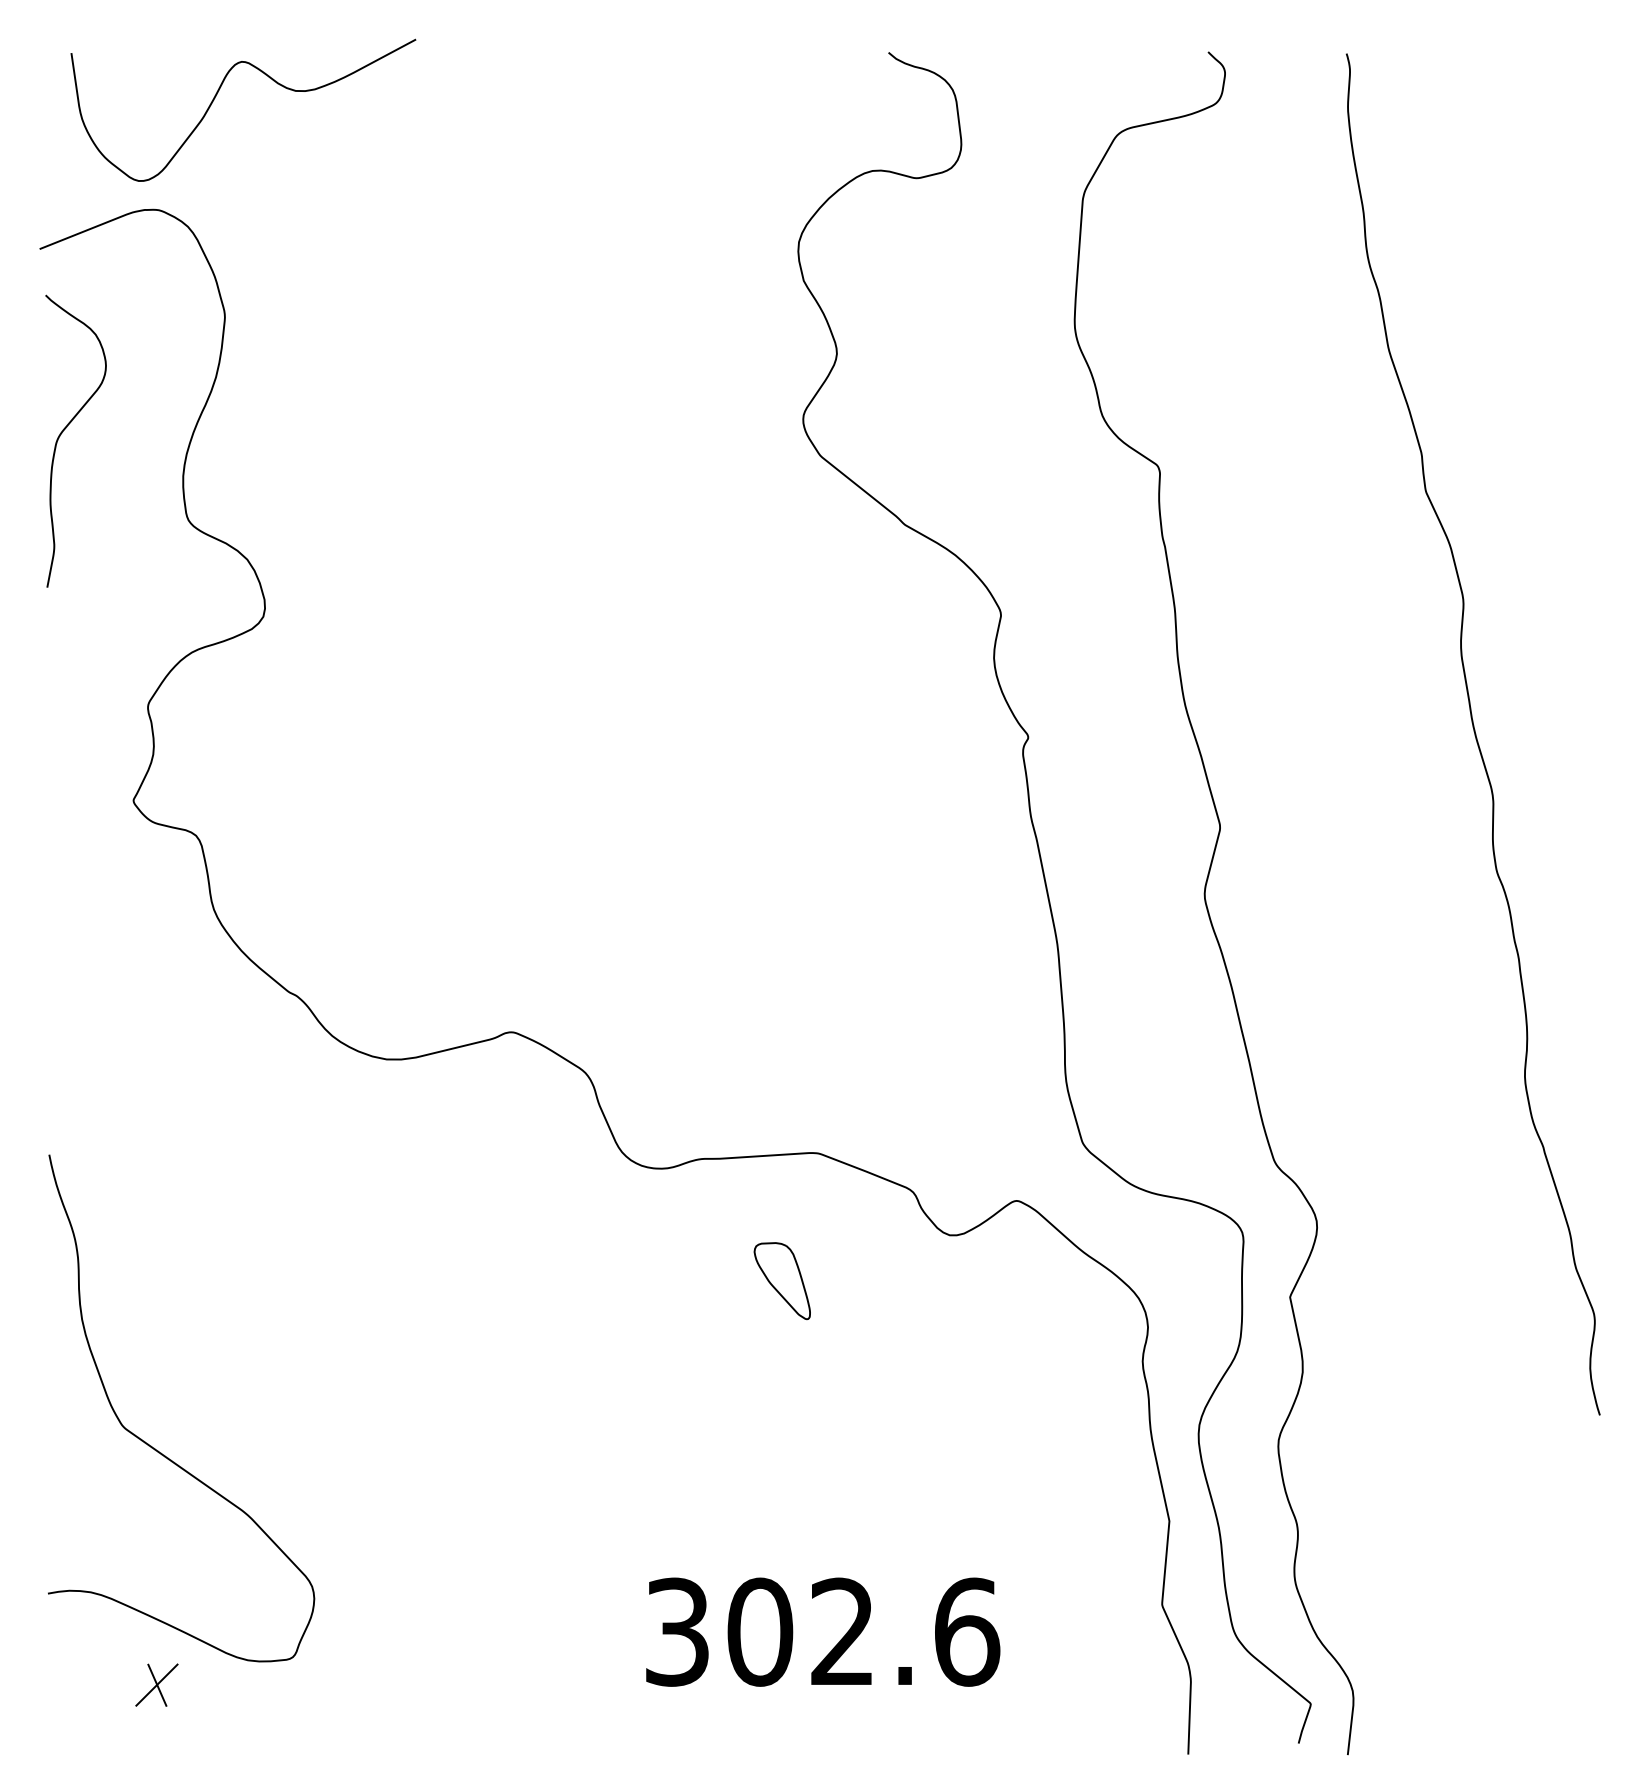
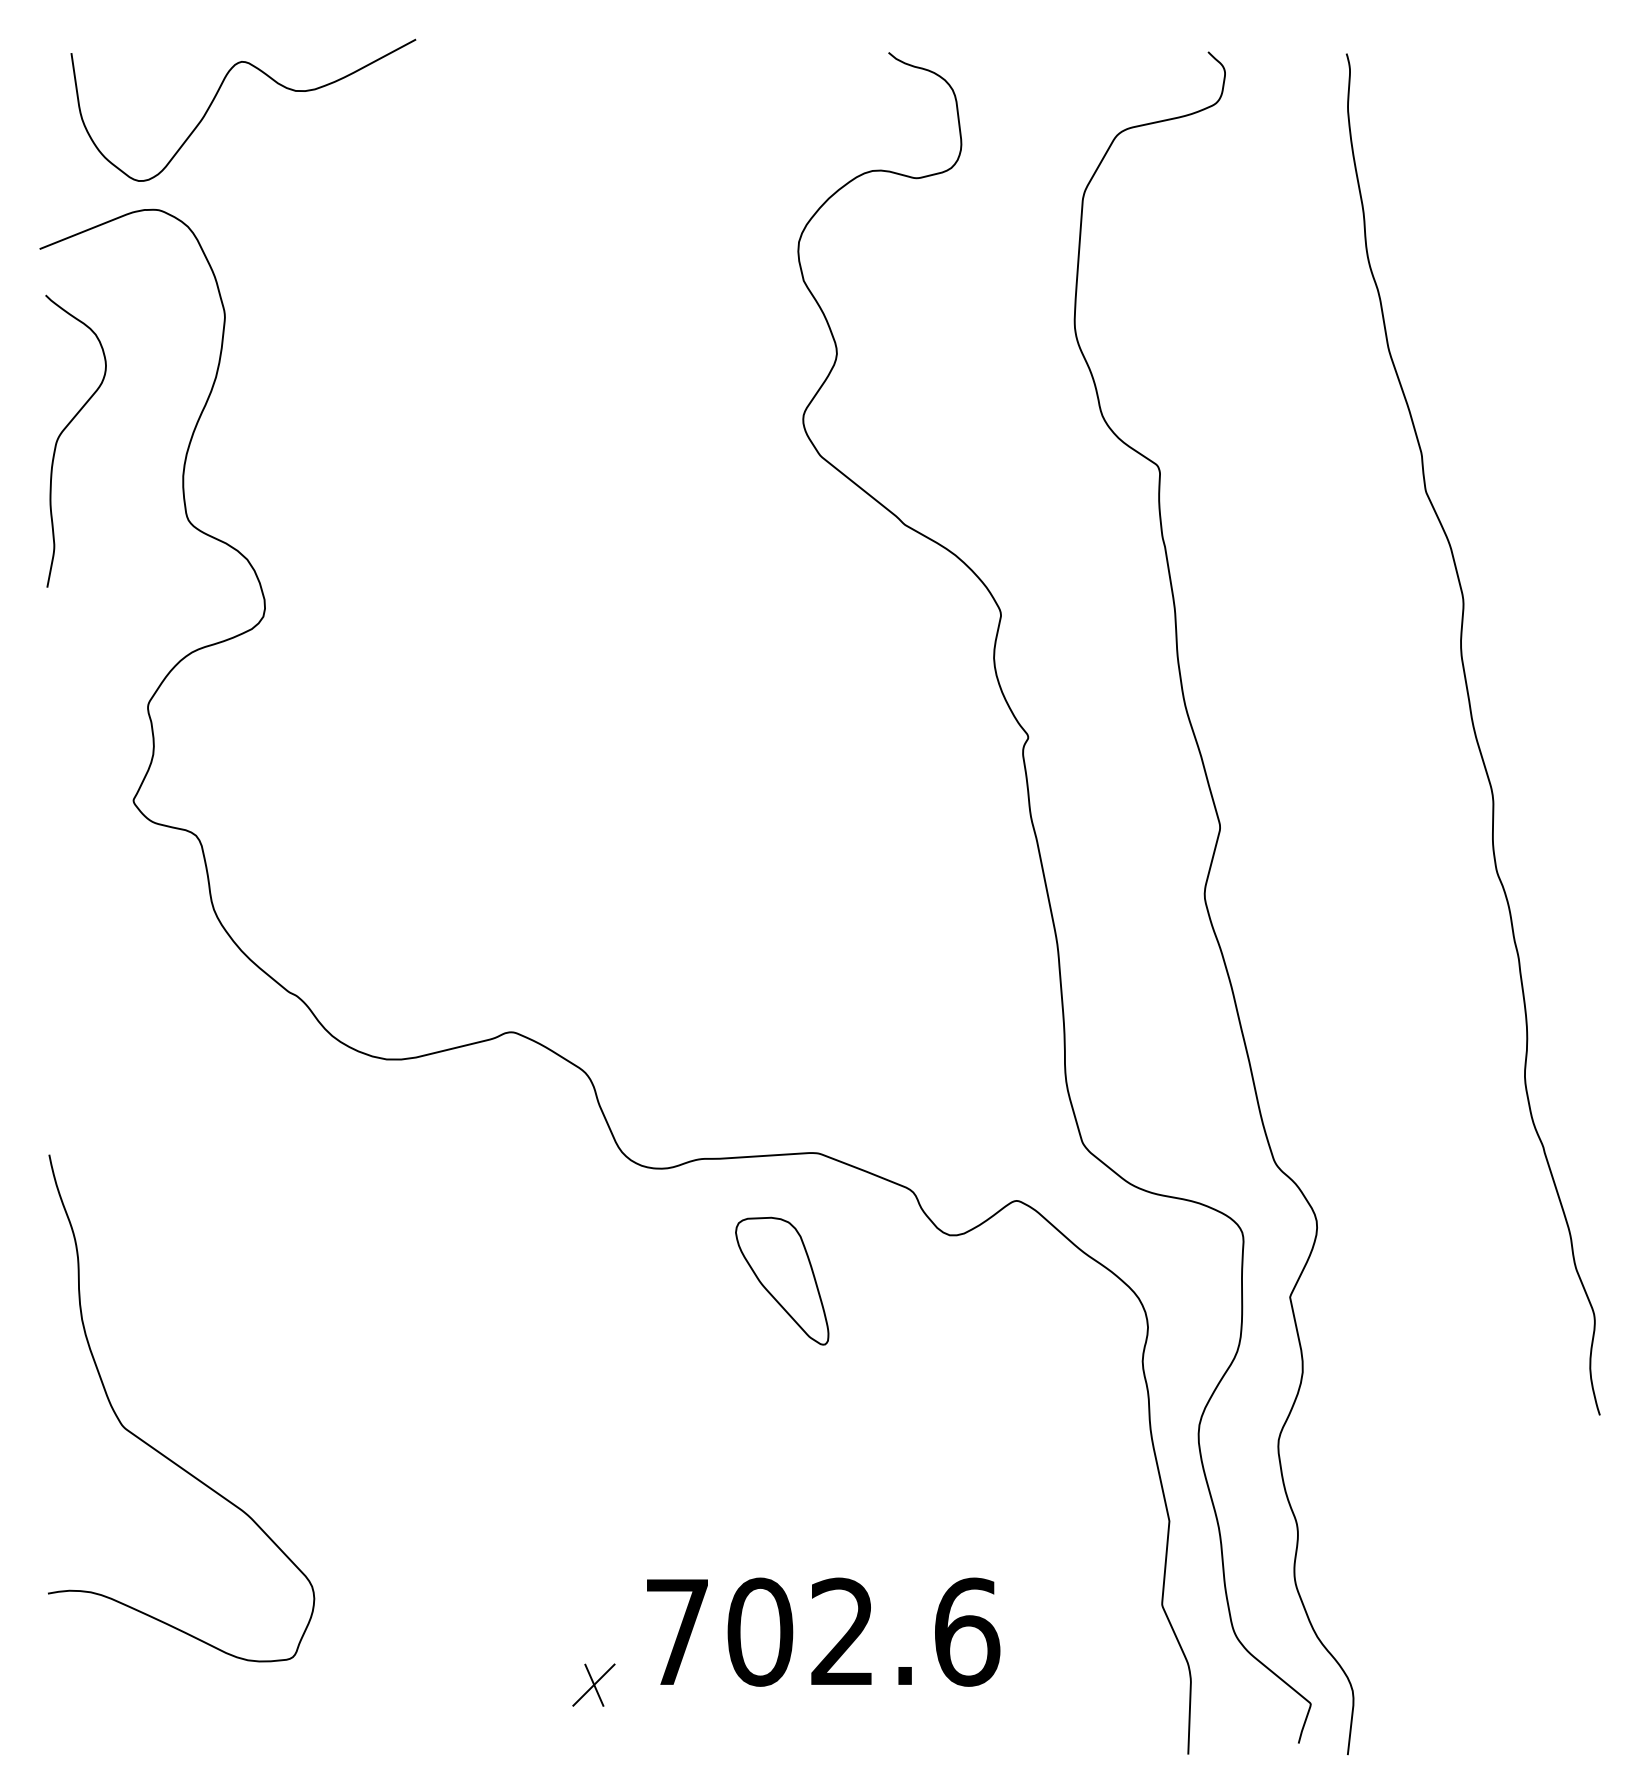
part at (781, 1281) size: 58x79 px -> 95x130 px
text at (677, 1631): 302.6 -> 702.6
part at (156, 1684) position: (156, 1684) -> (593, 1684)
